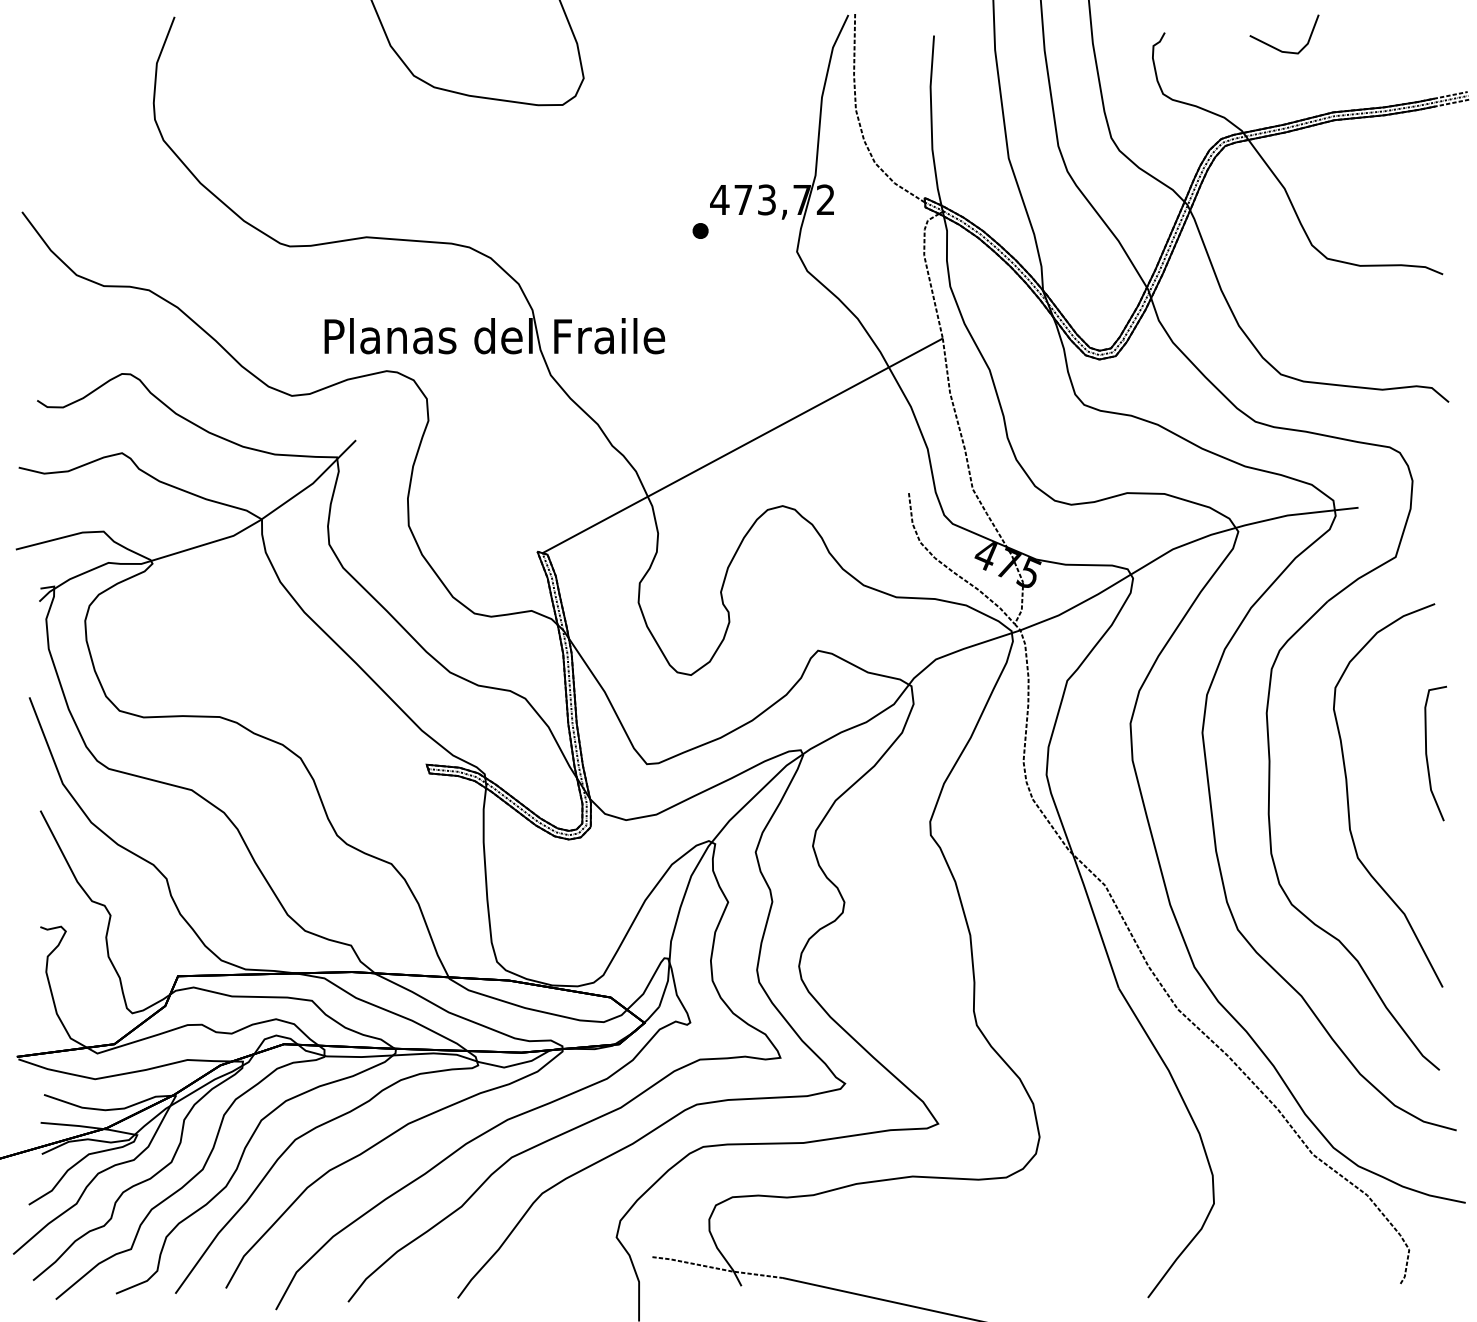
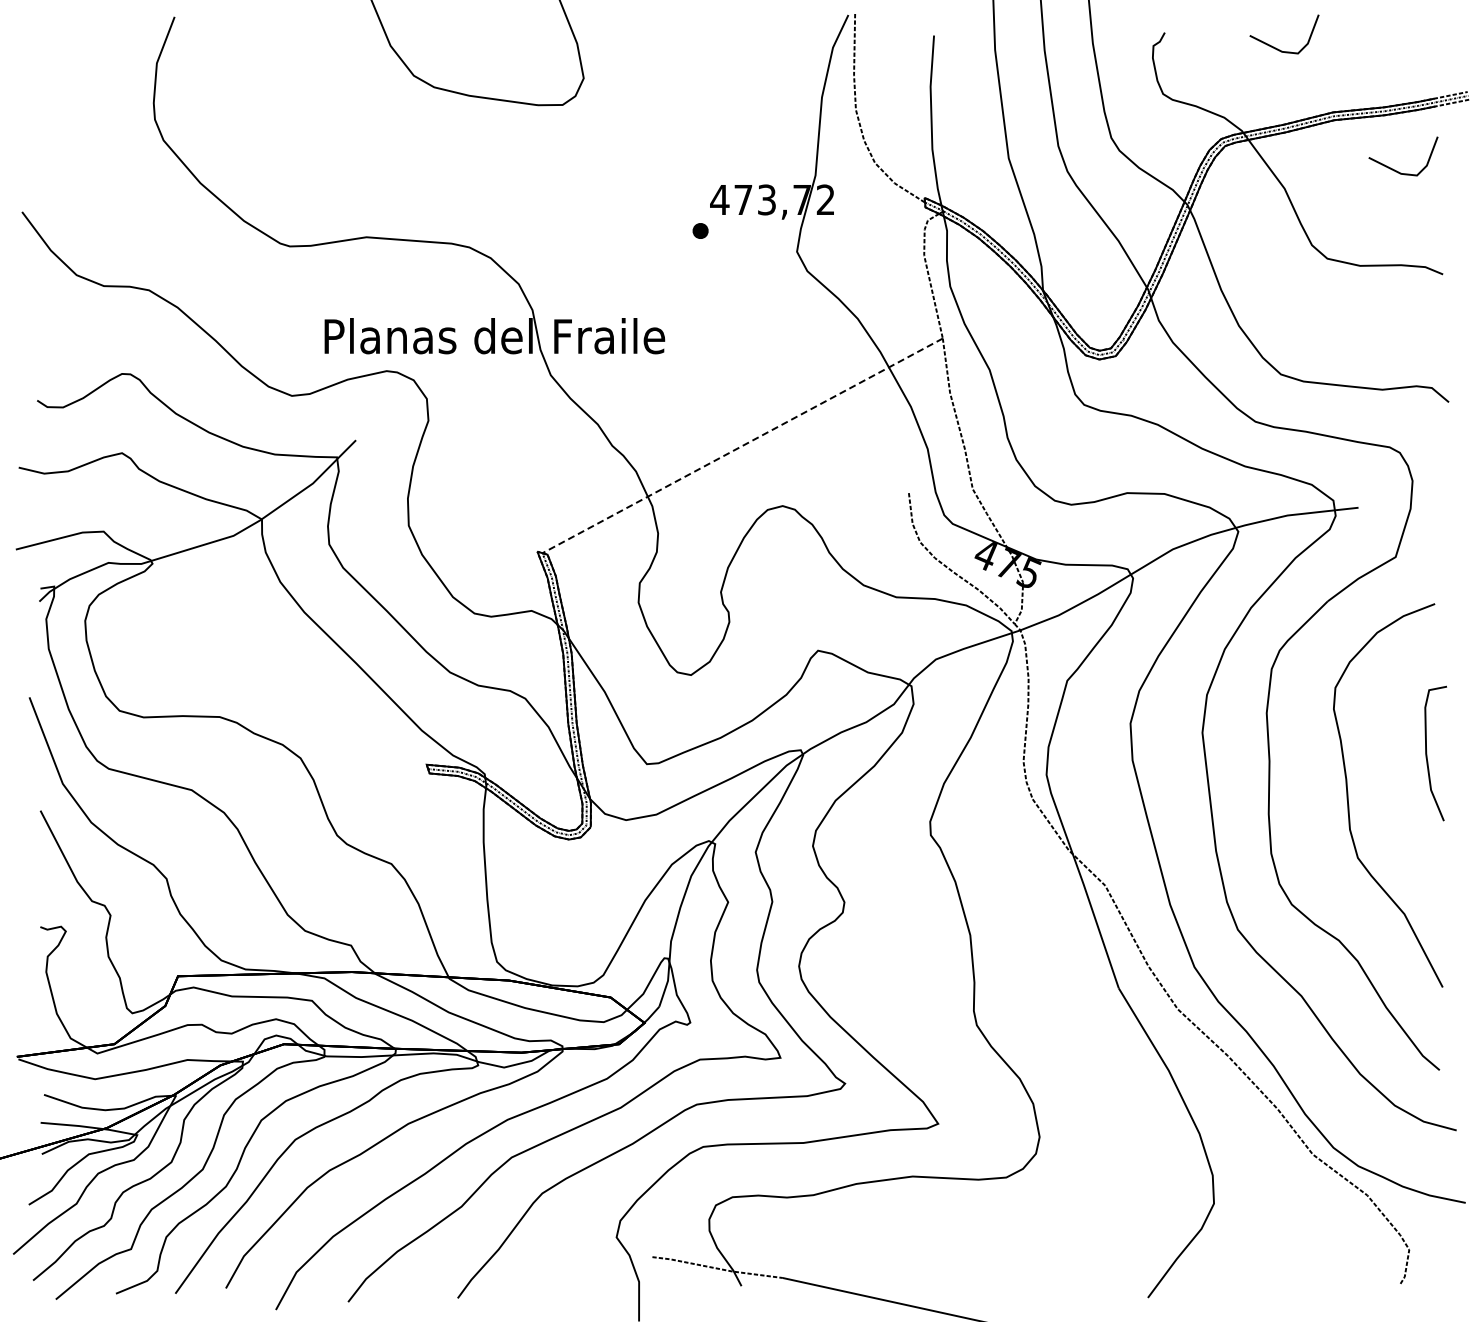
line at (1396, 170): none -> present
line at (742, 446): solid -> dashed
